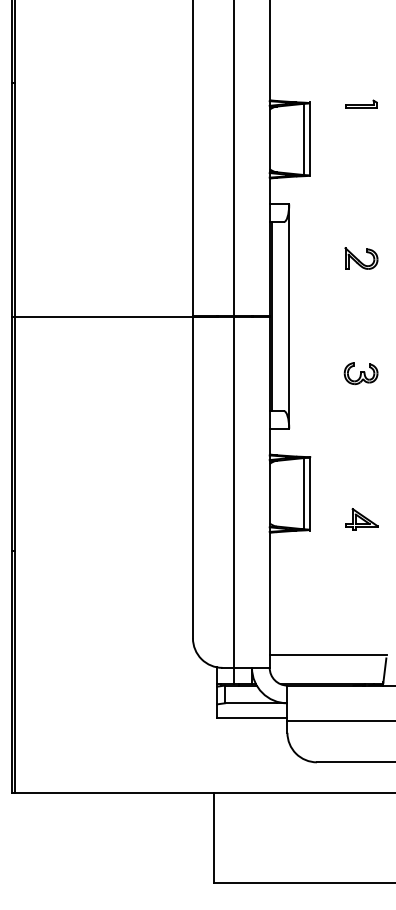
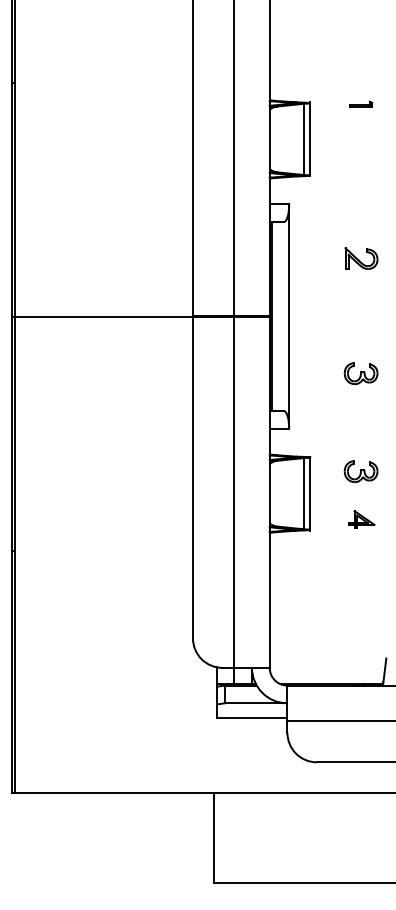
part at (361, 103) size: 33x10 px -> 25x8 px
part at (360, 471): none -> present
part at (361, 519) size: 34x23 px -> 28x19 px
line at (327, 654): present -> none
